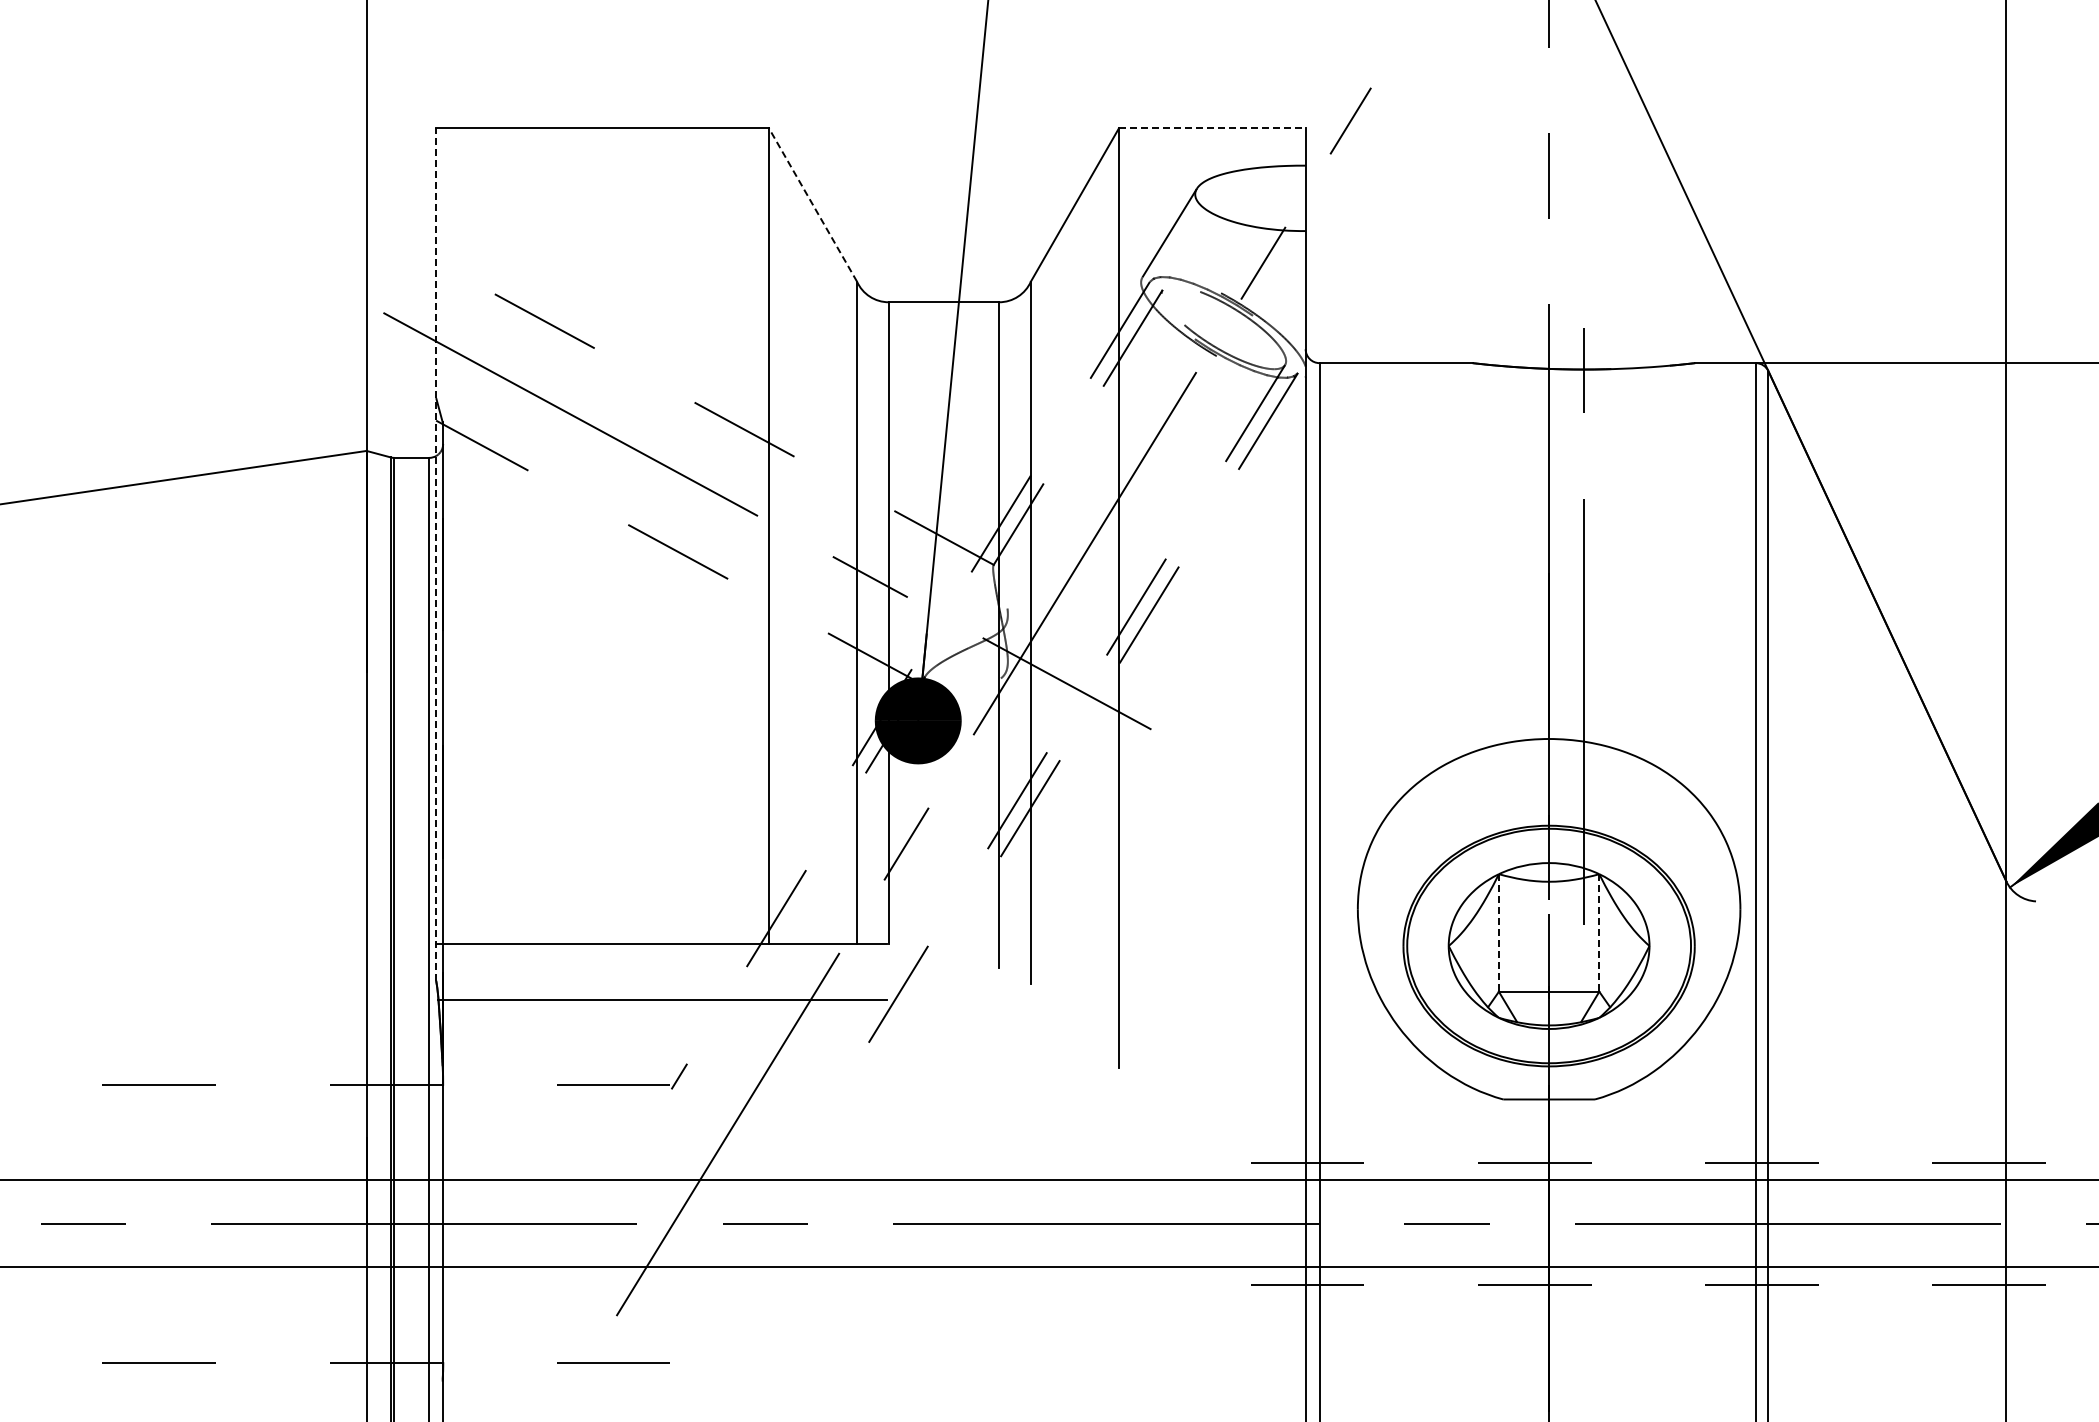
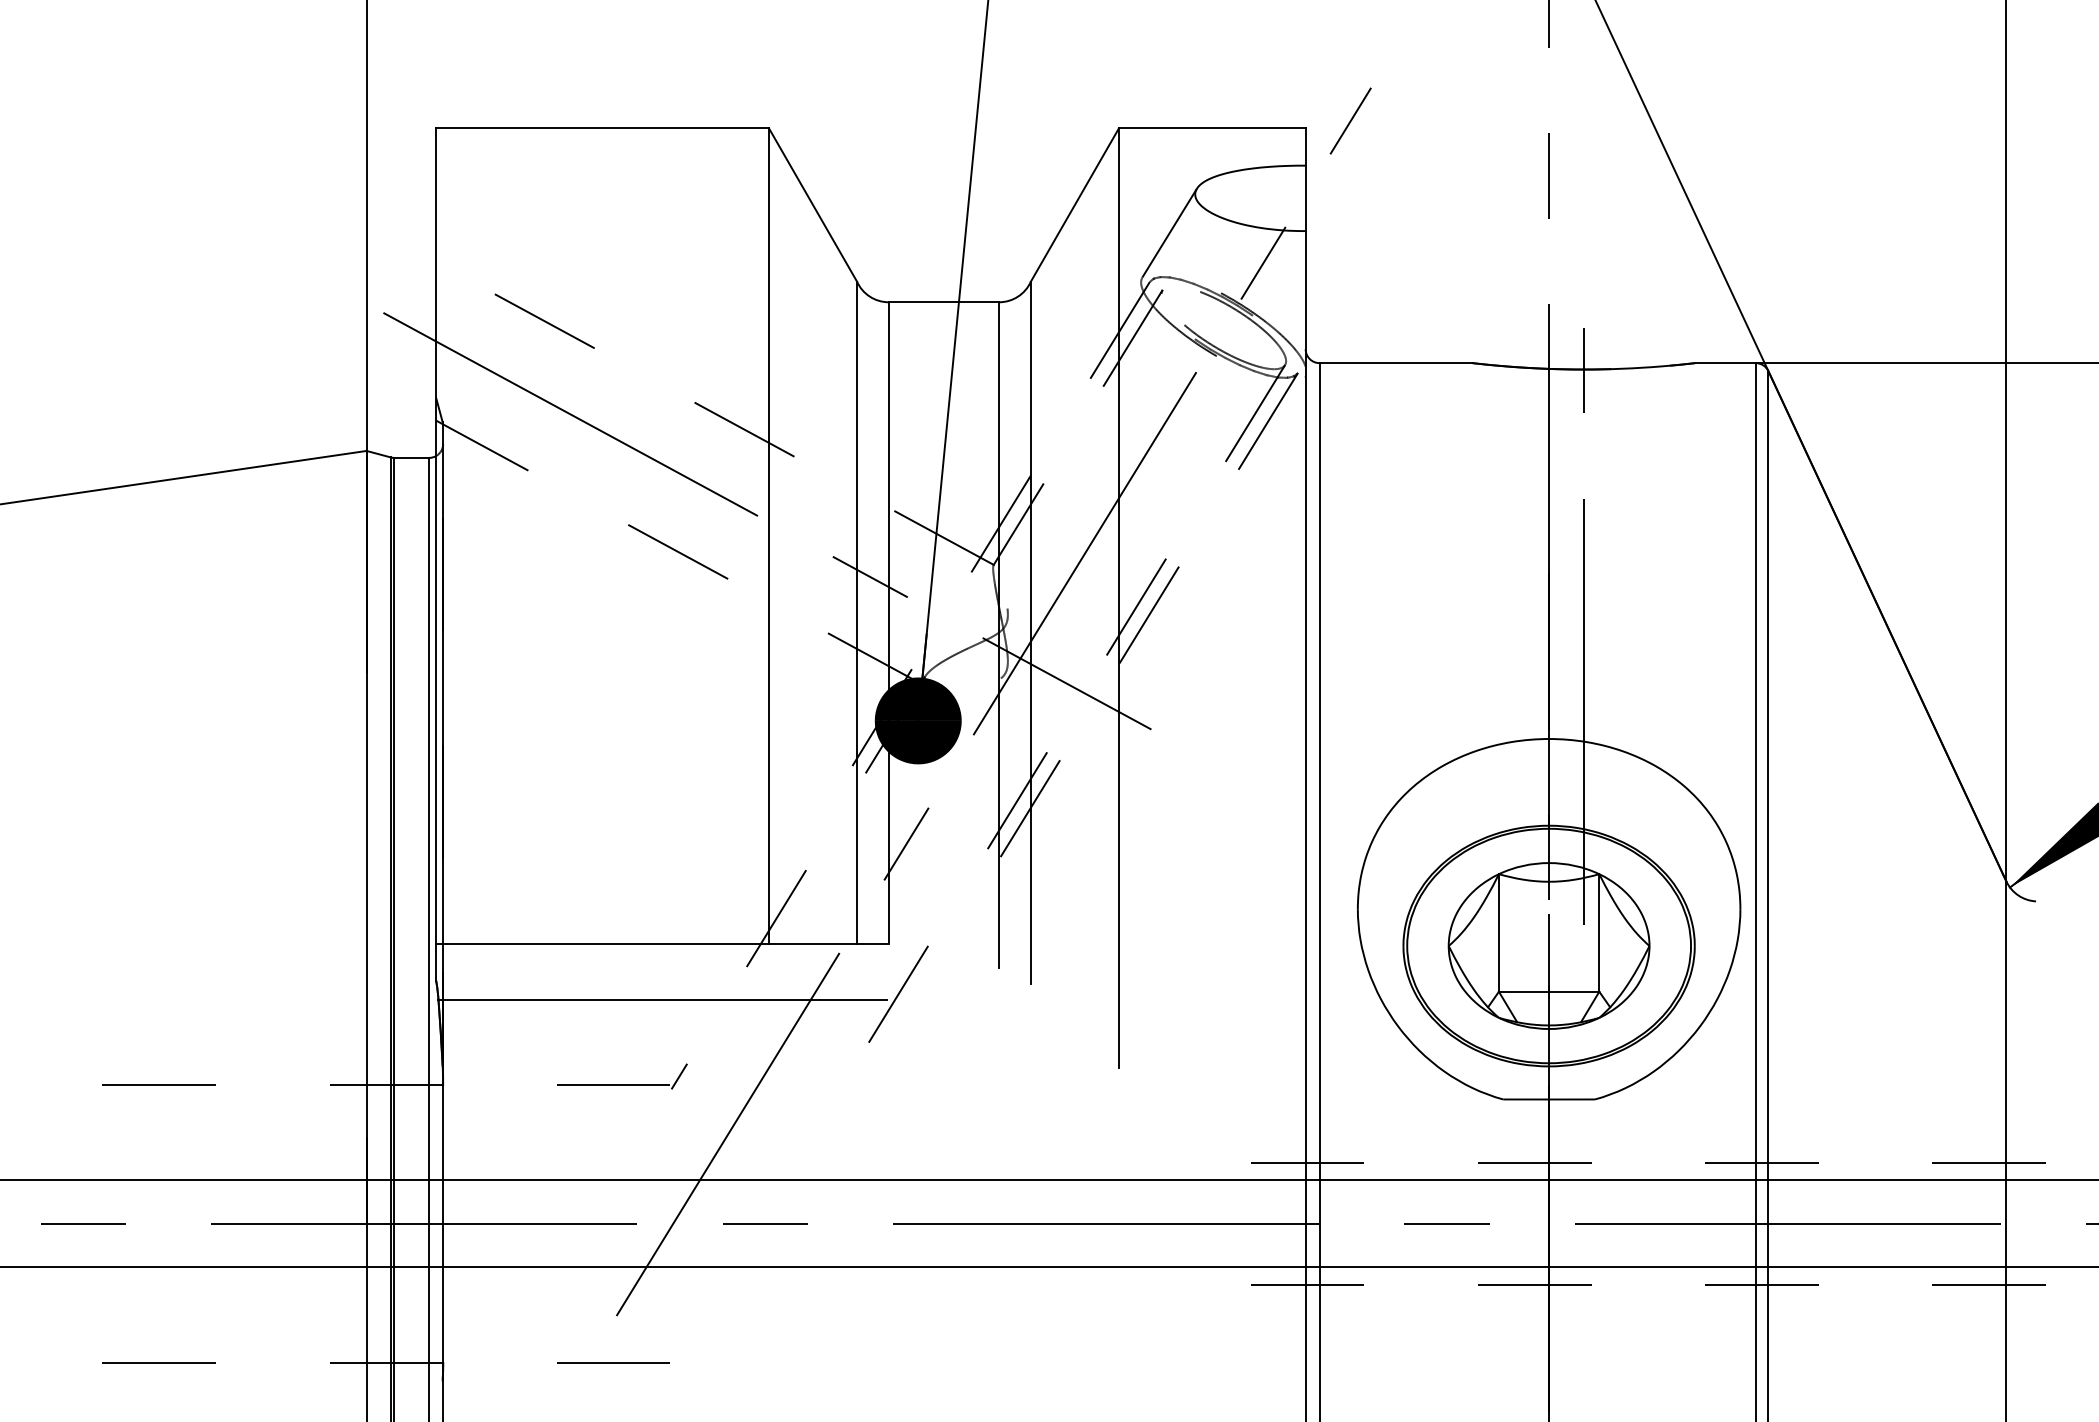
line at (1212, 128): dashed -> solid
line at (812, 204): dashed -> solid
line at (436, 554): dashed -> solid
line at (1498, 932): dashed -> solid
line at (1599, 932): dashed -> solid
